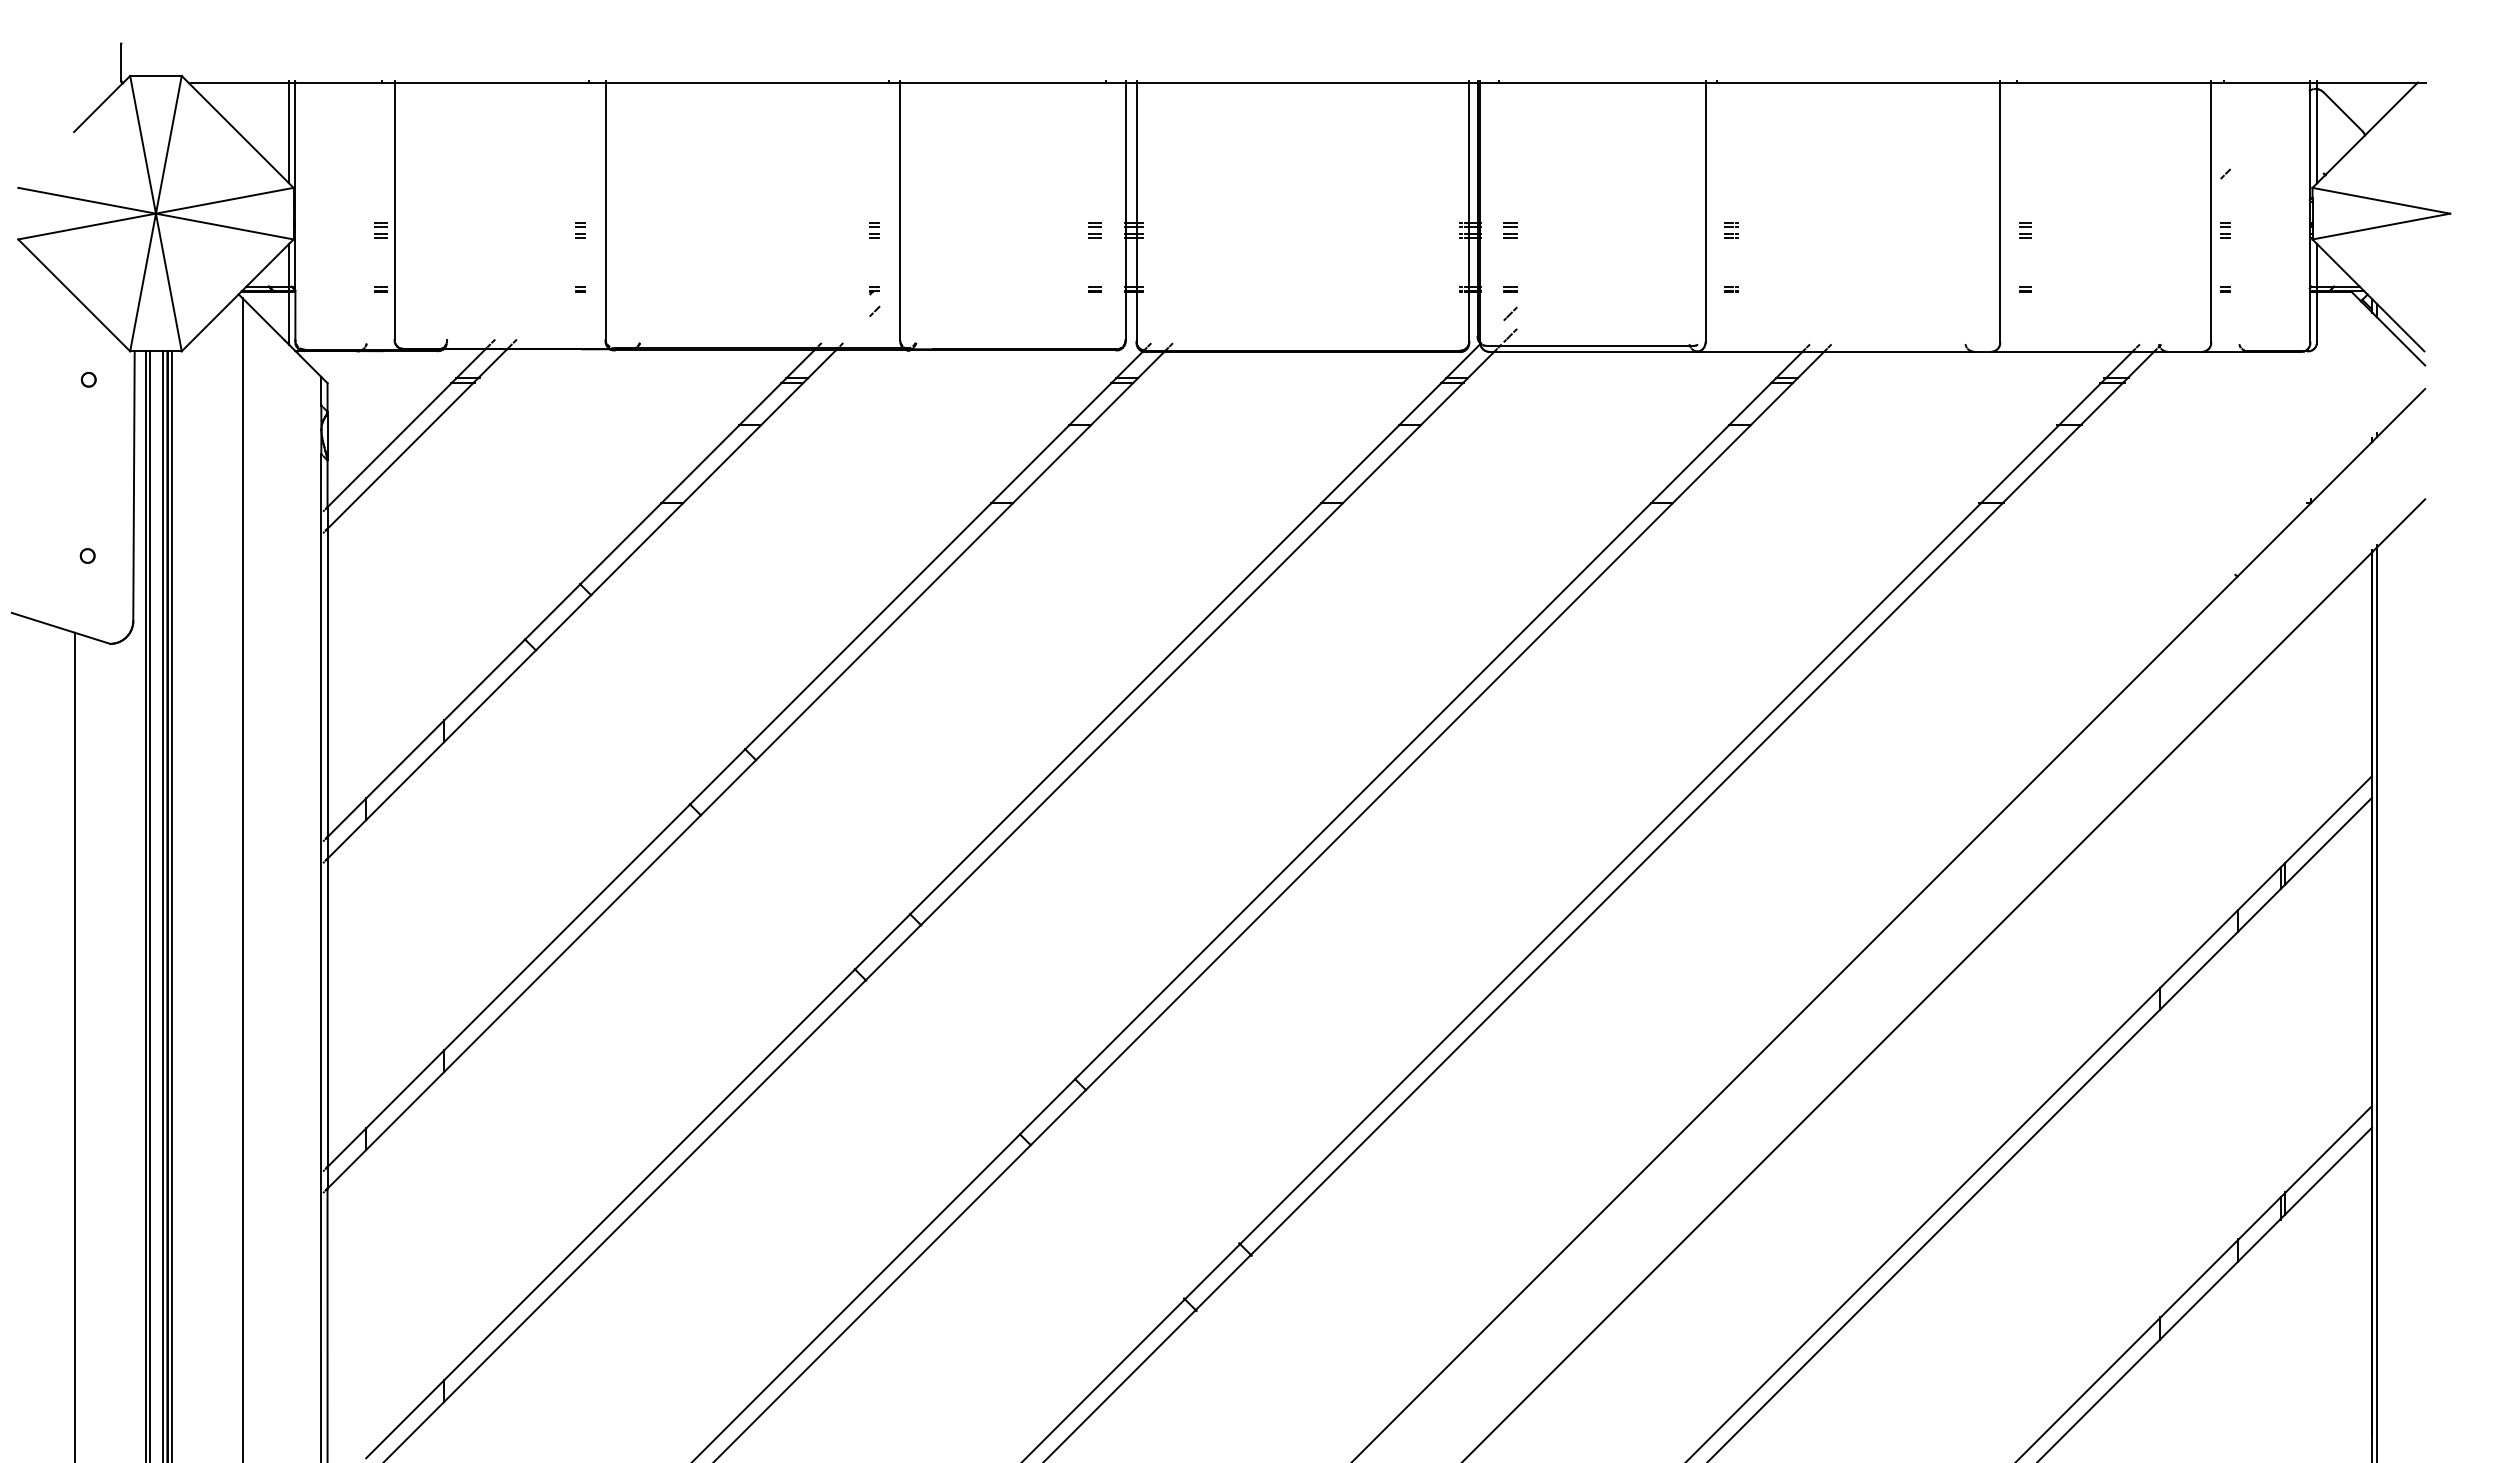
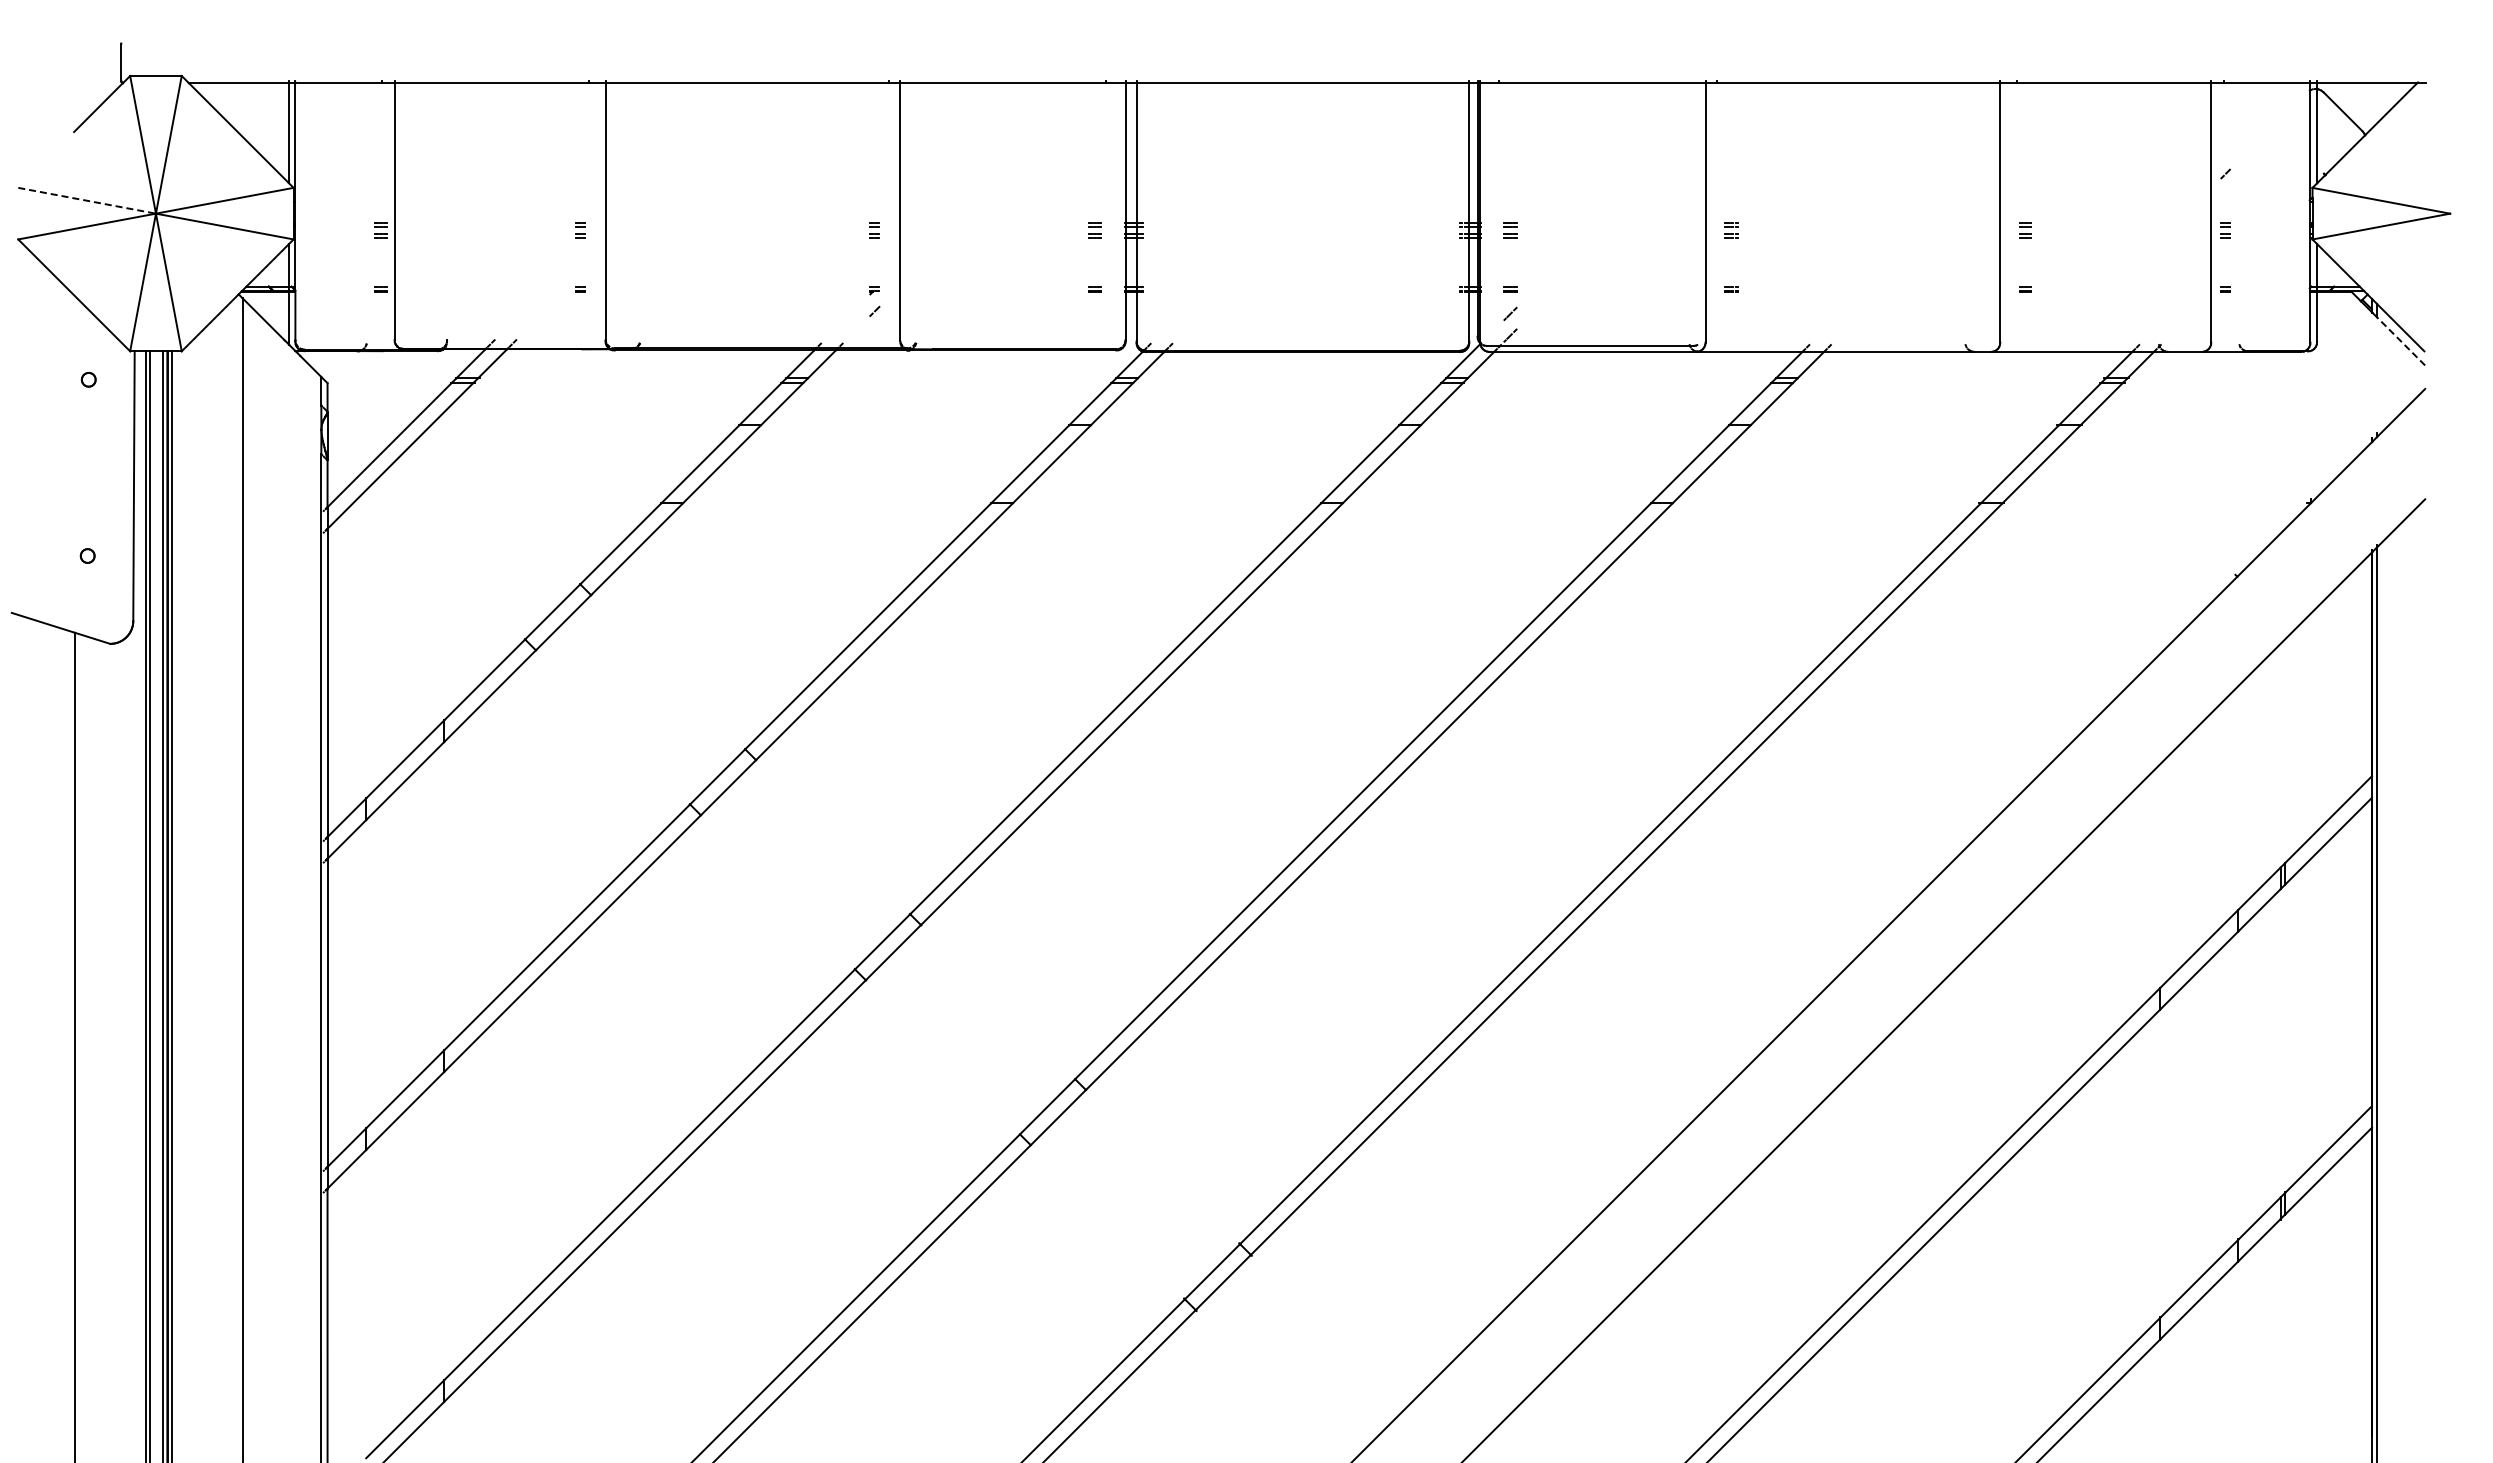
line at (87, 200): solid -> dashed
line at (2400, 341): solid -> dashed
